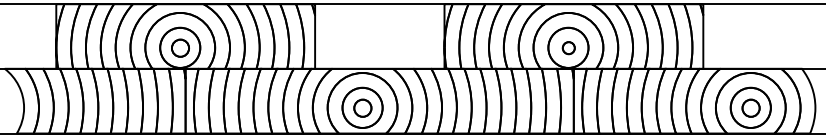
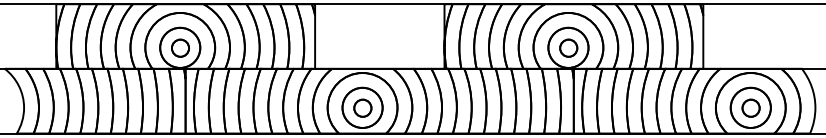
part at (568, 48) size: 15x15 px -> 20x20 px
